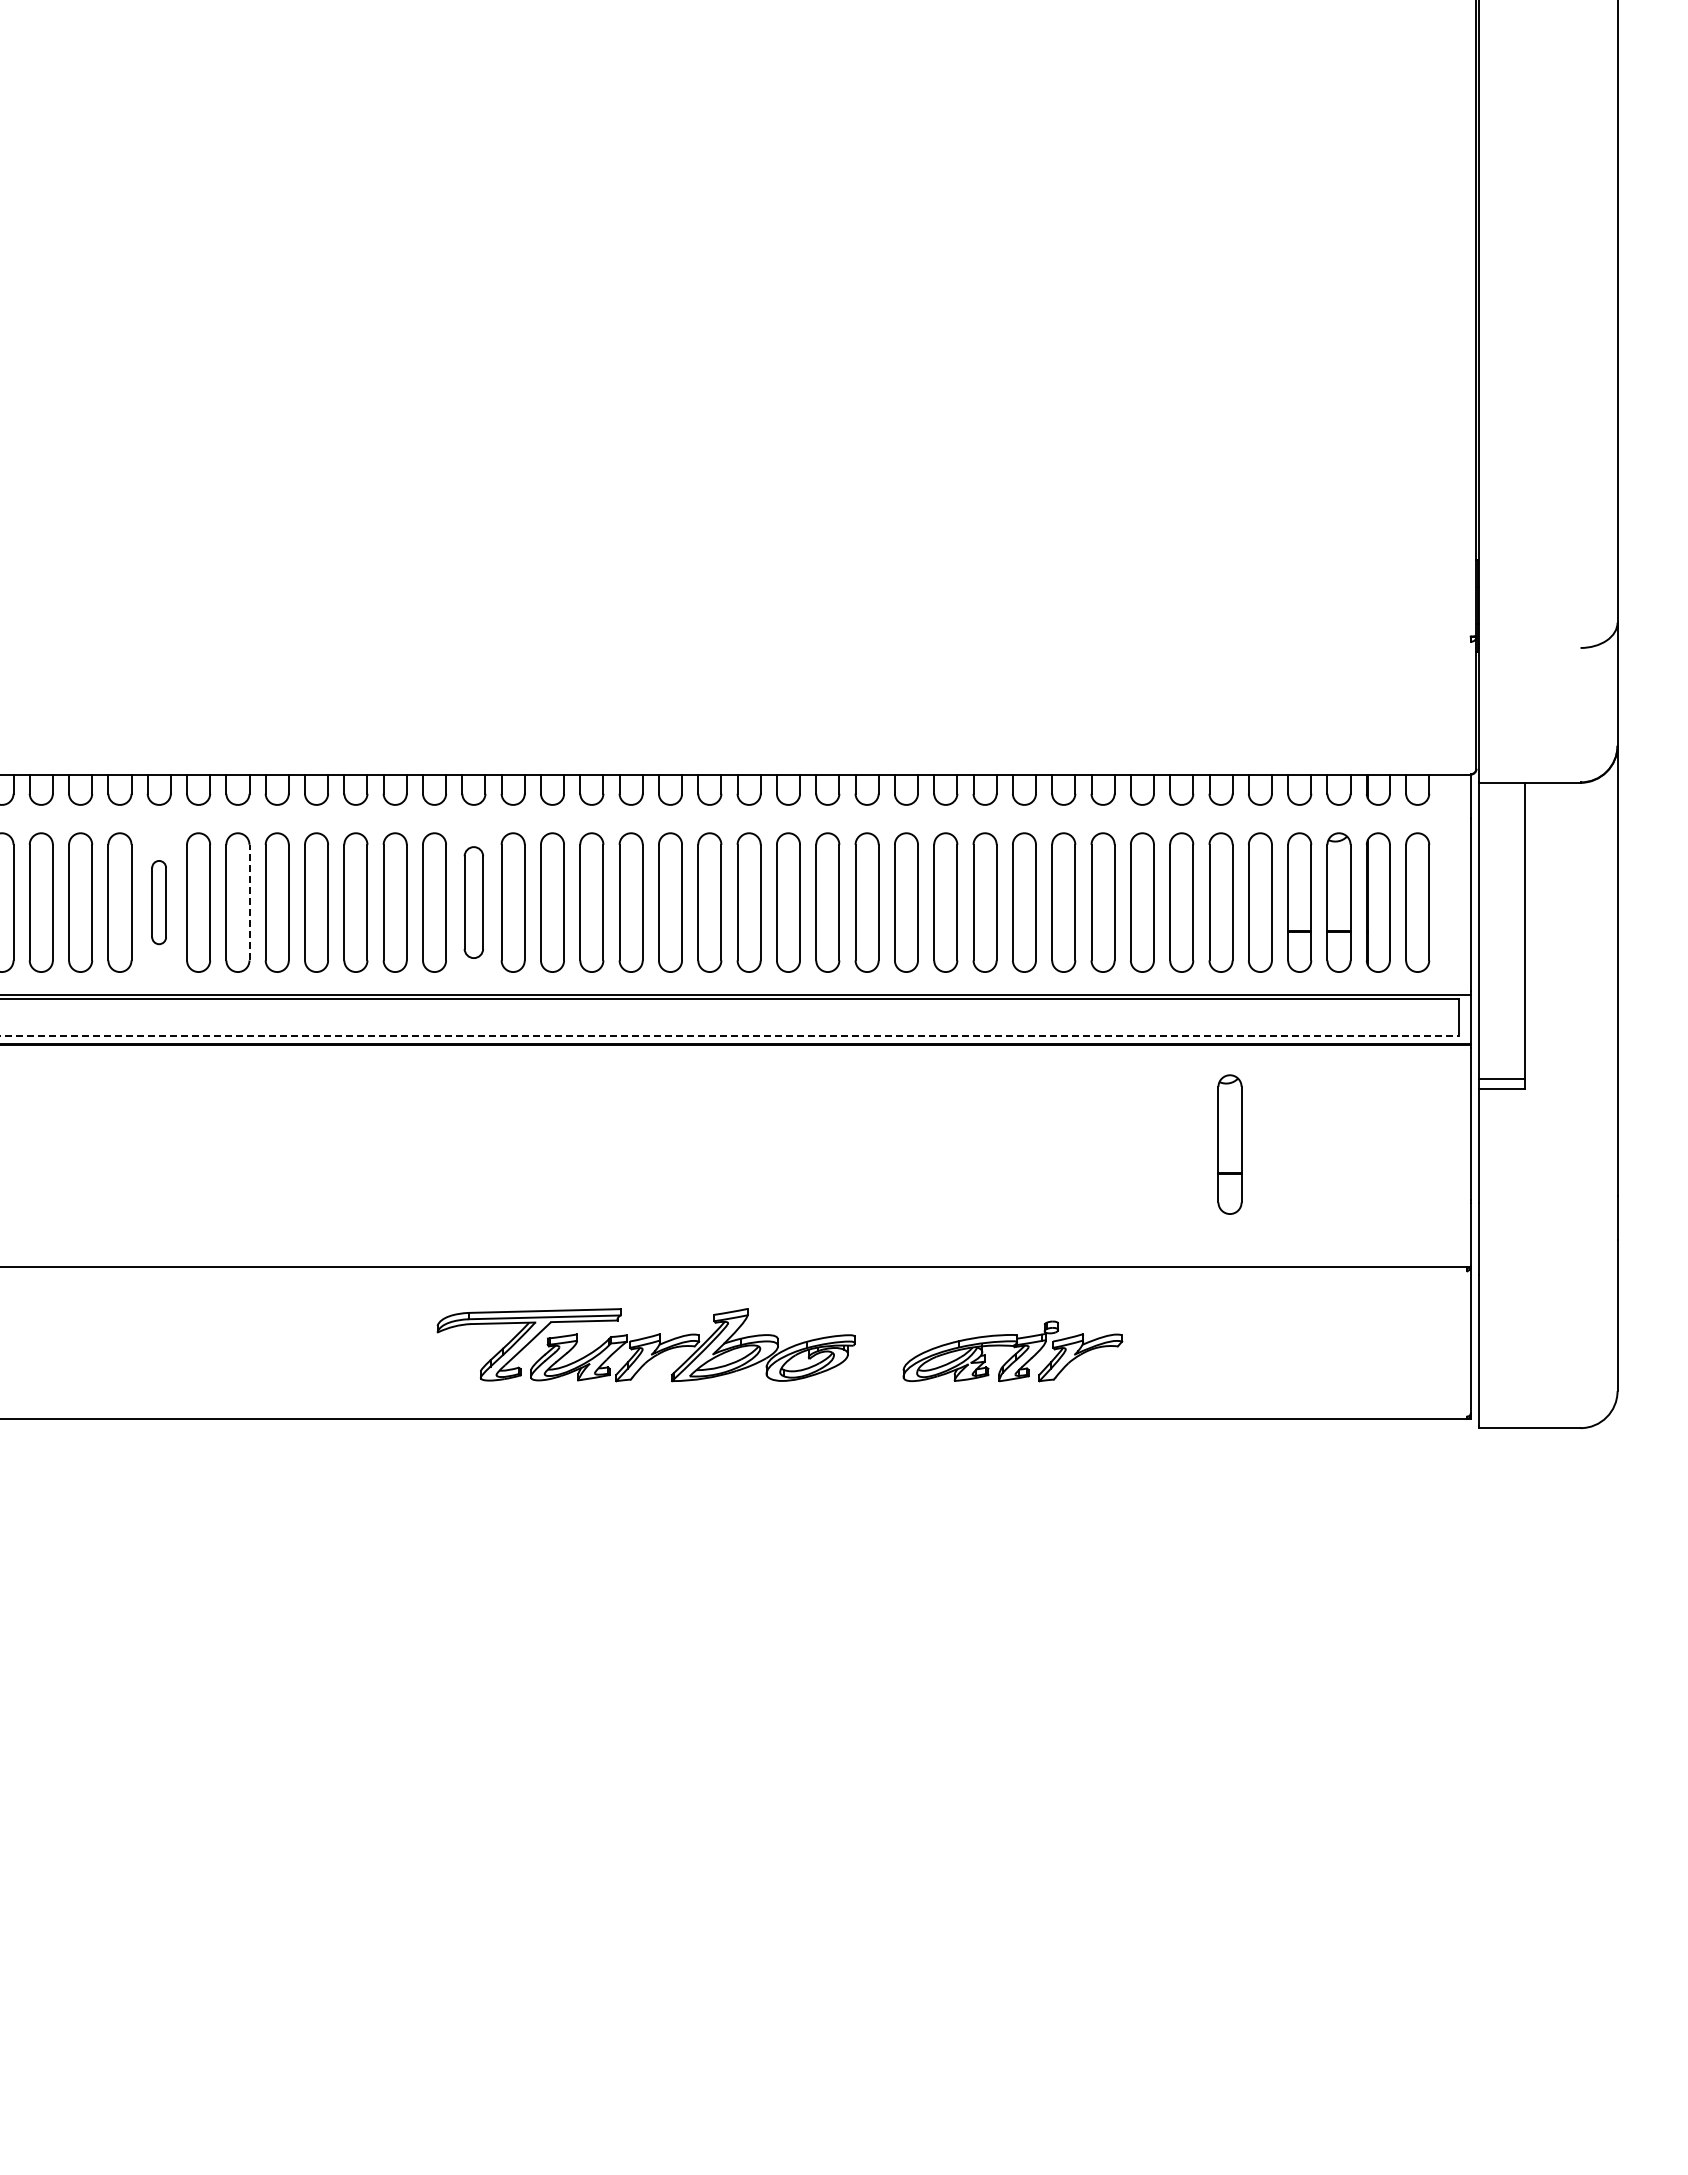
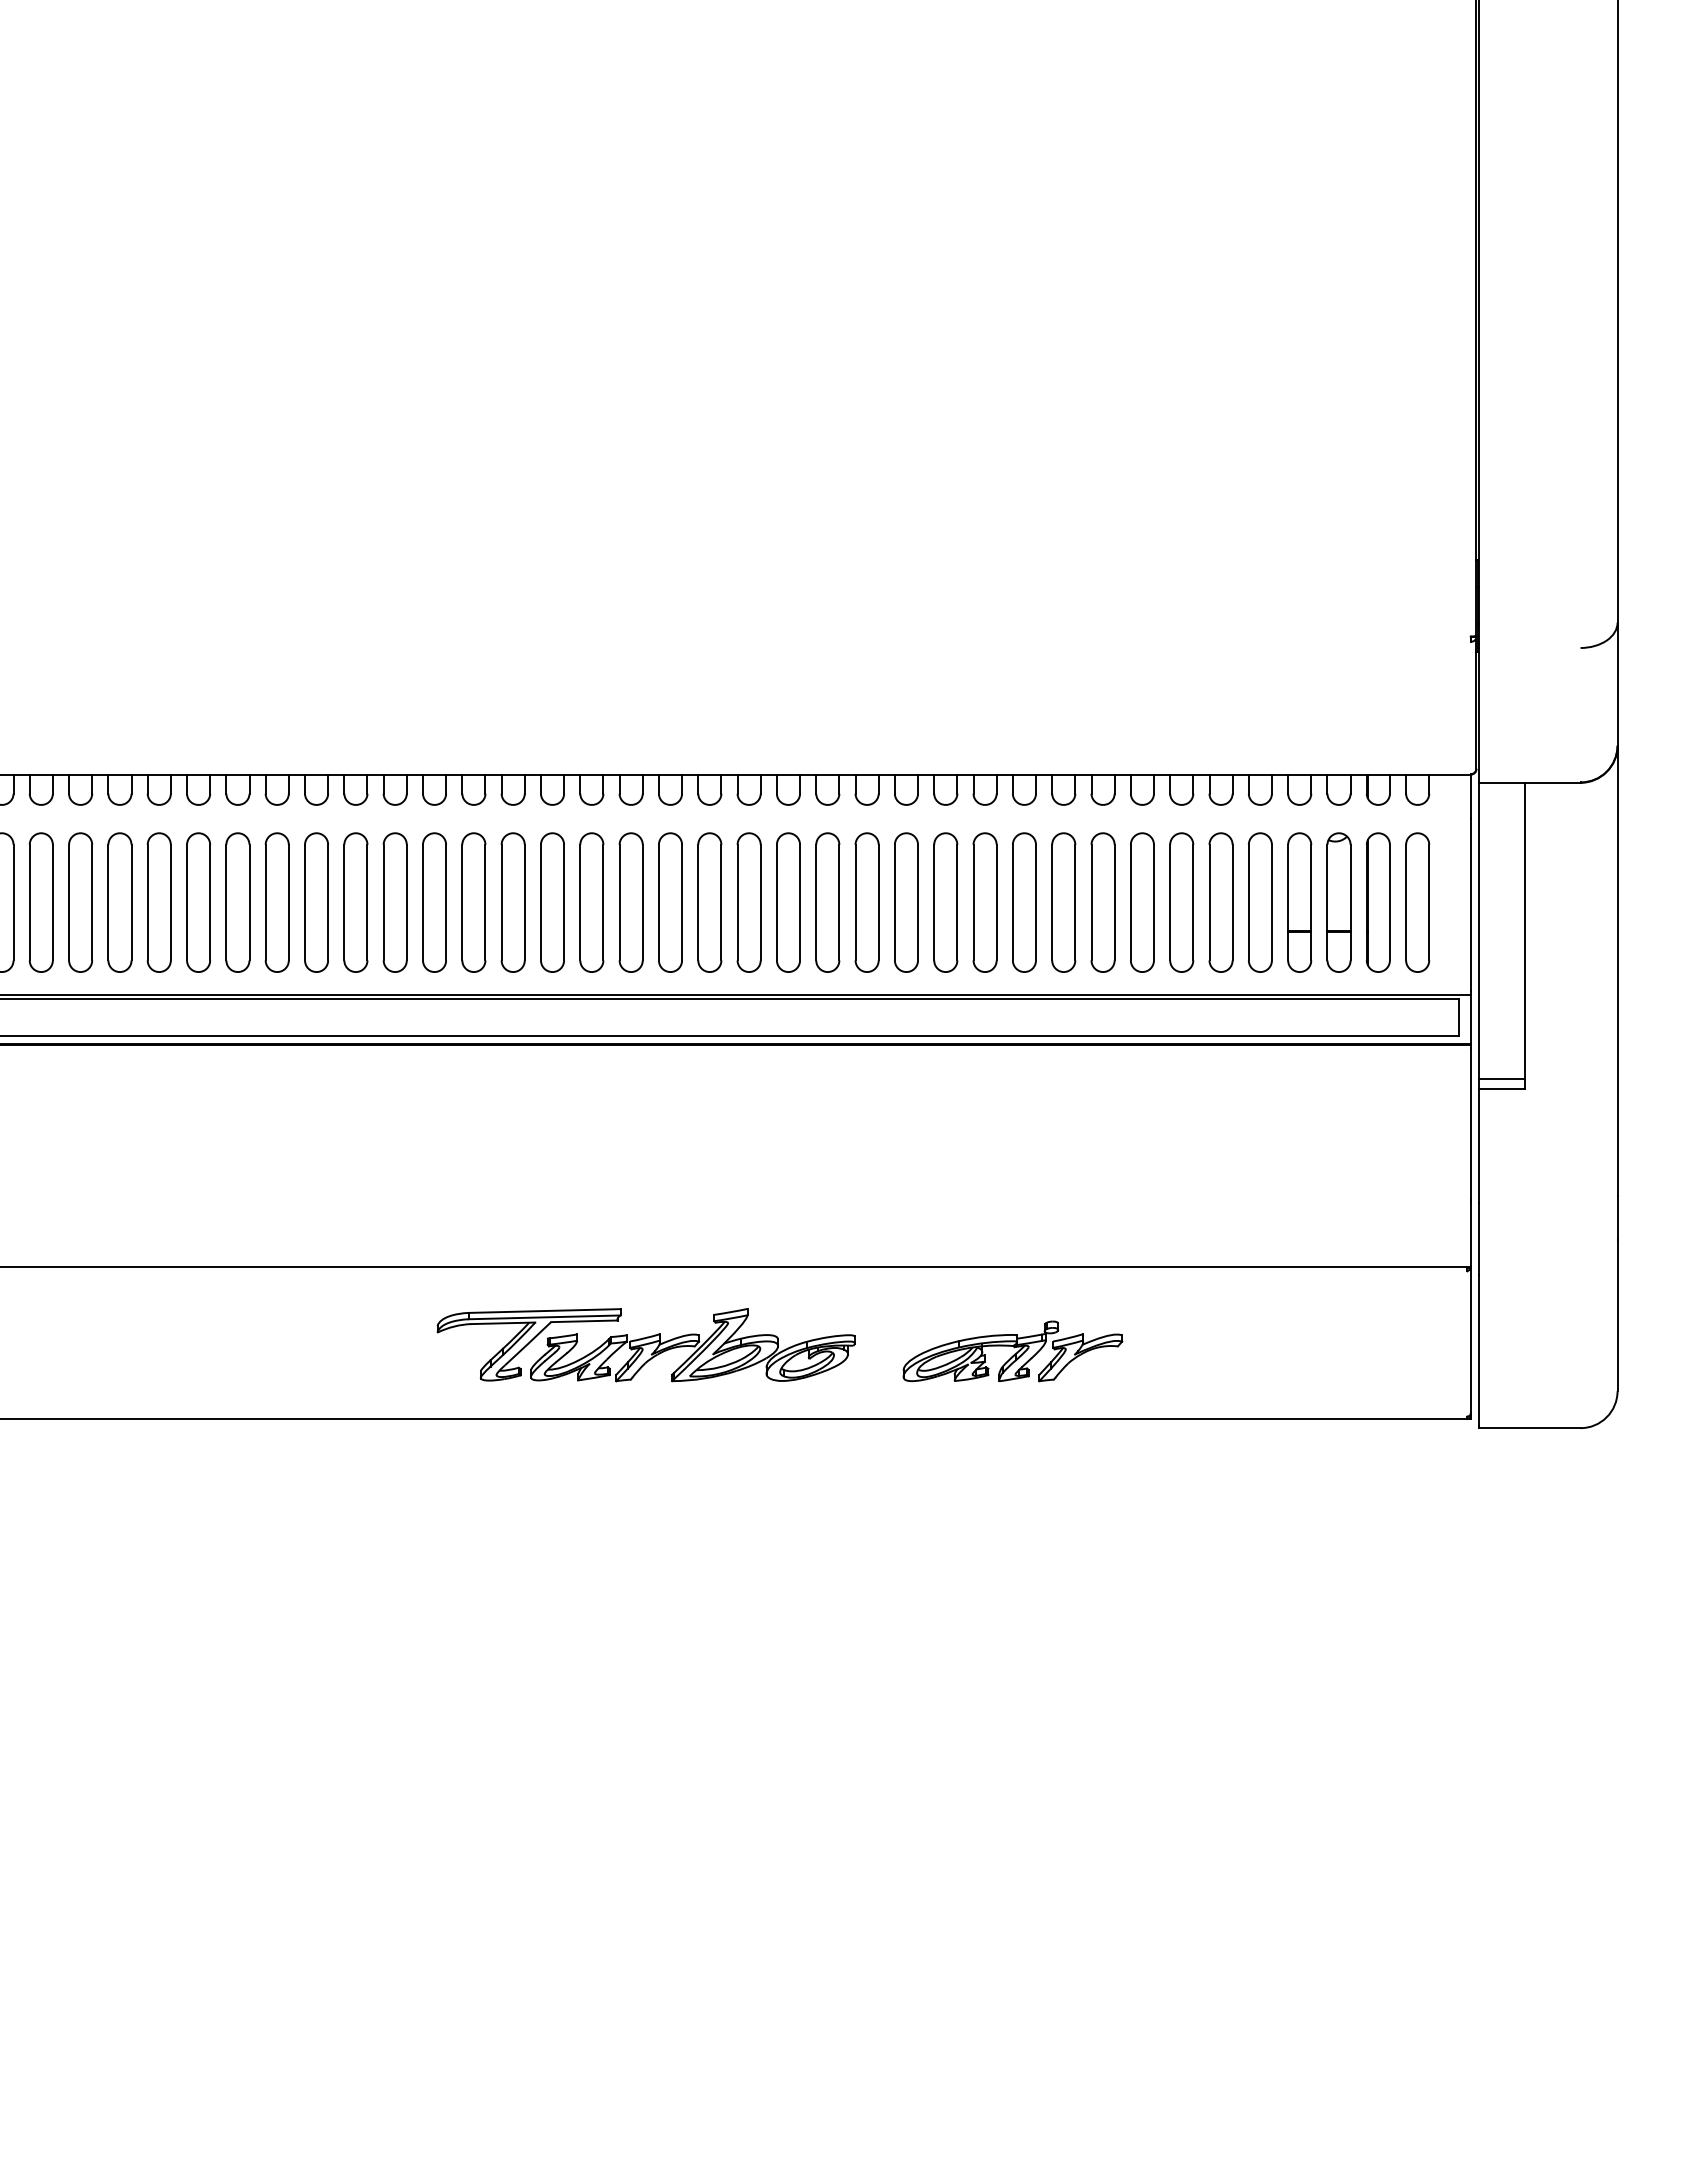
part at (158, 902) size: 16x86 px -> 26x141 px
line at (249, 902): dashed -> solid
part at (473, 902) size: 21x113 px -> 26x141 px
line at (730, 1036): dashed -> solid
part at (1229, 1144): present -> none
